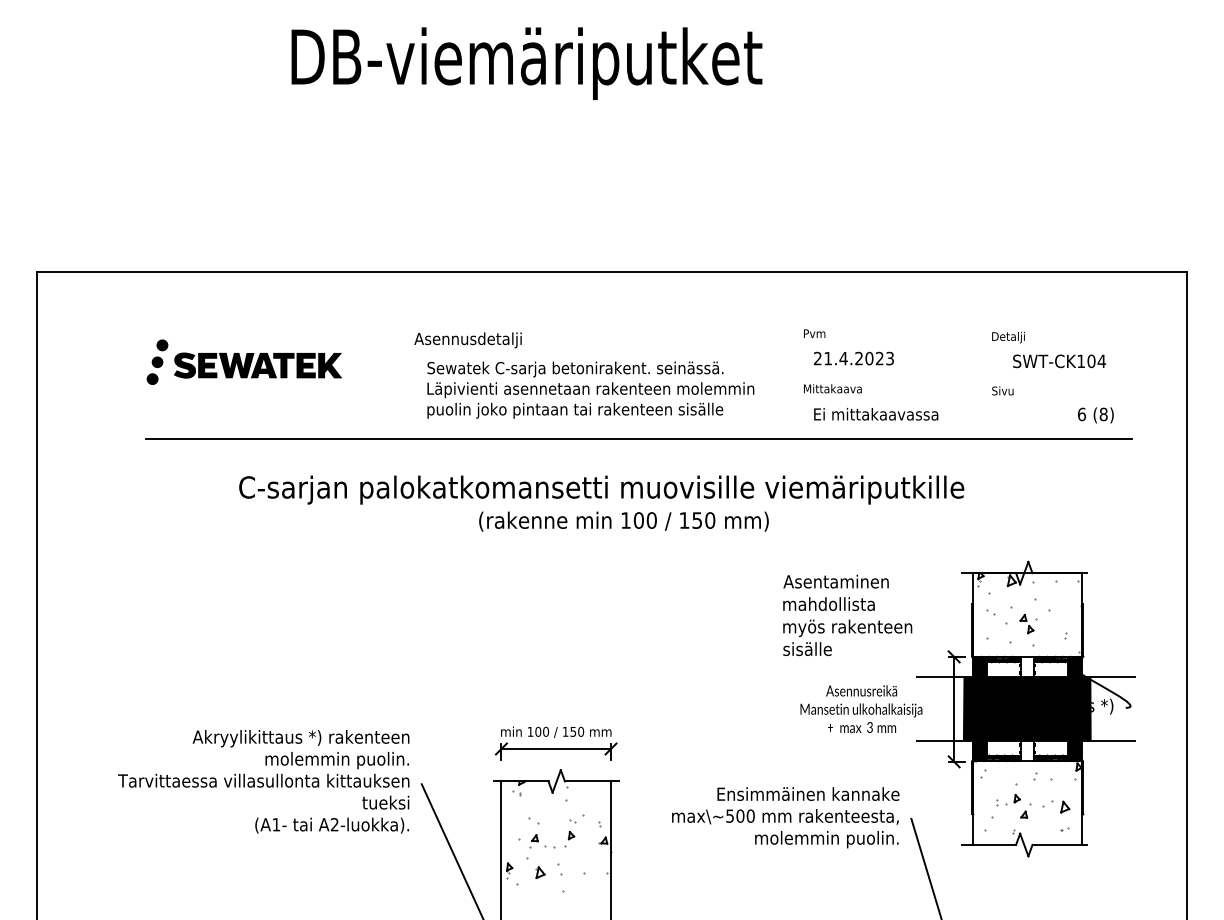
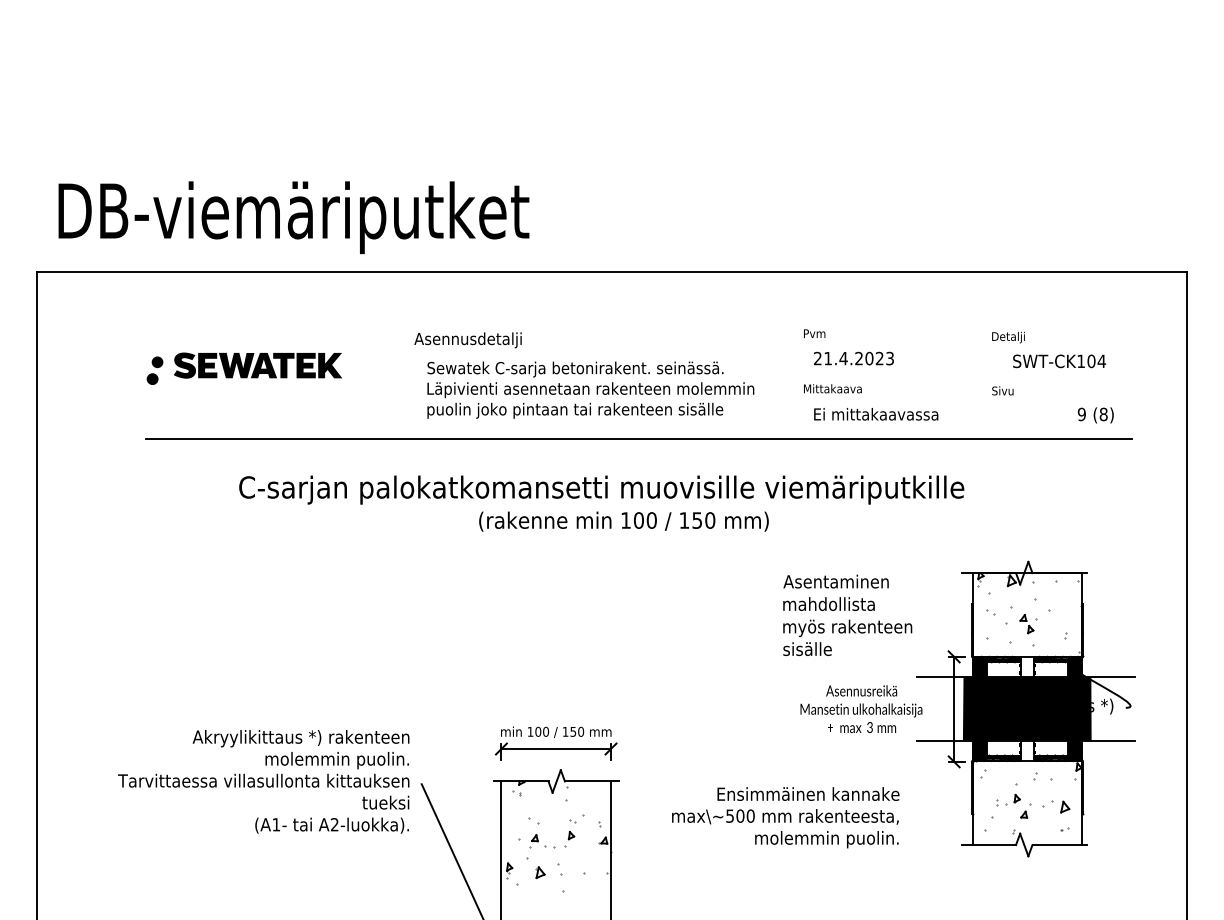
text at (526, 63) position: (526, 63) -> (293, 217)
fill at (162, 345): present -> none
text at (1081, 414): 6 -> 9
line at (925, 867): present -> none
